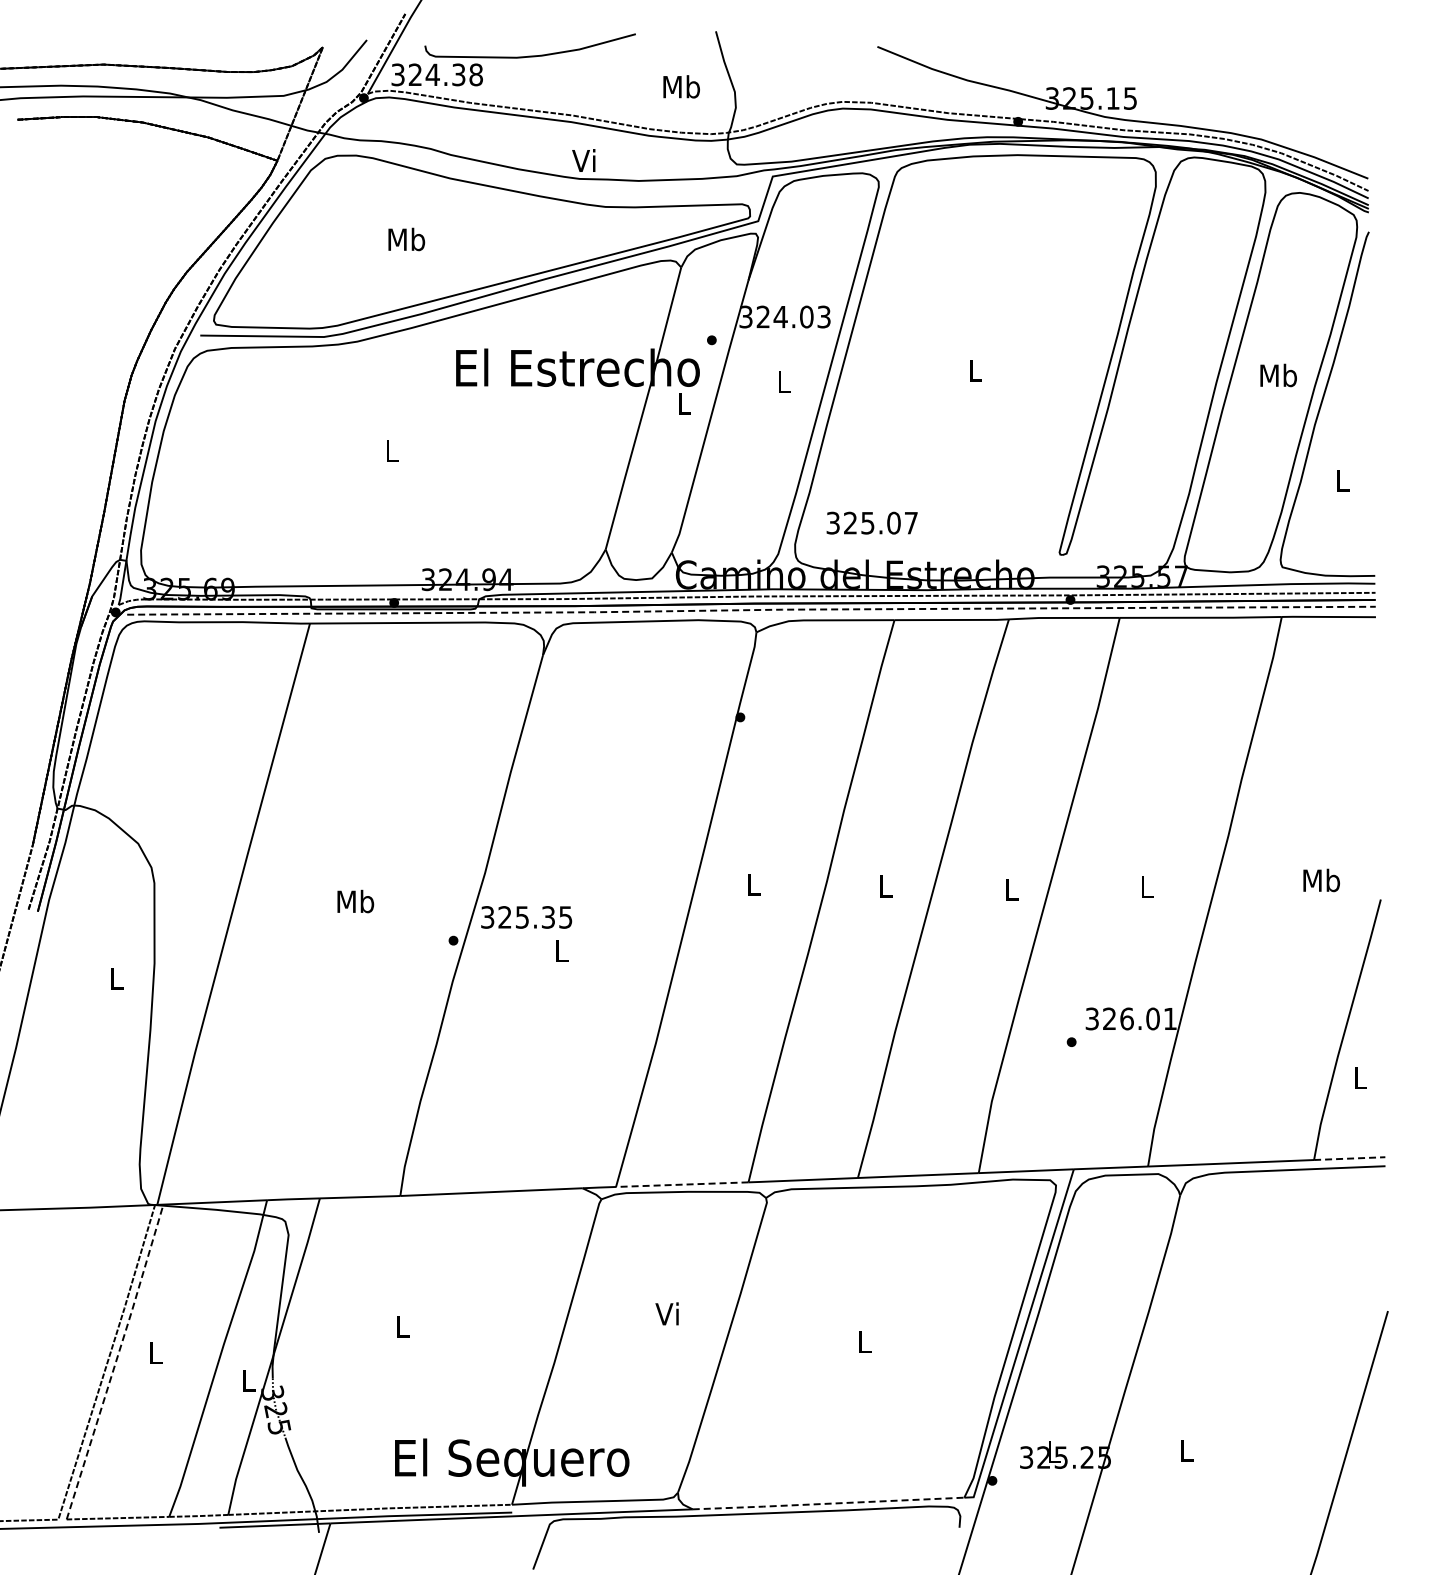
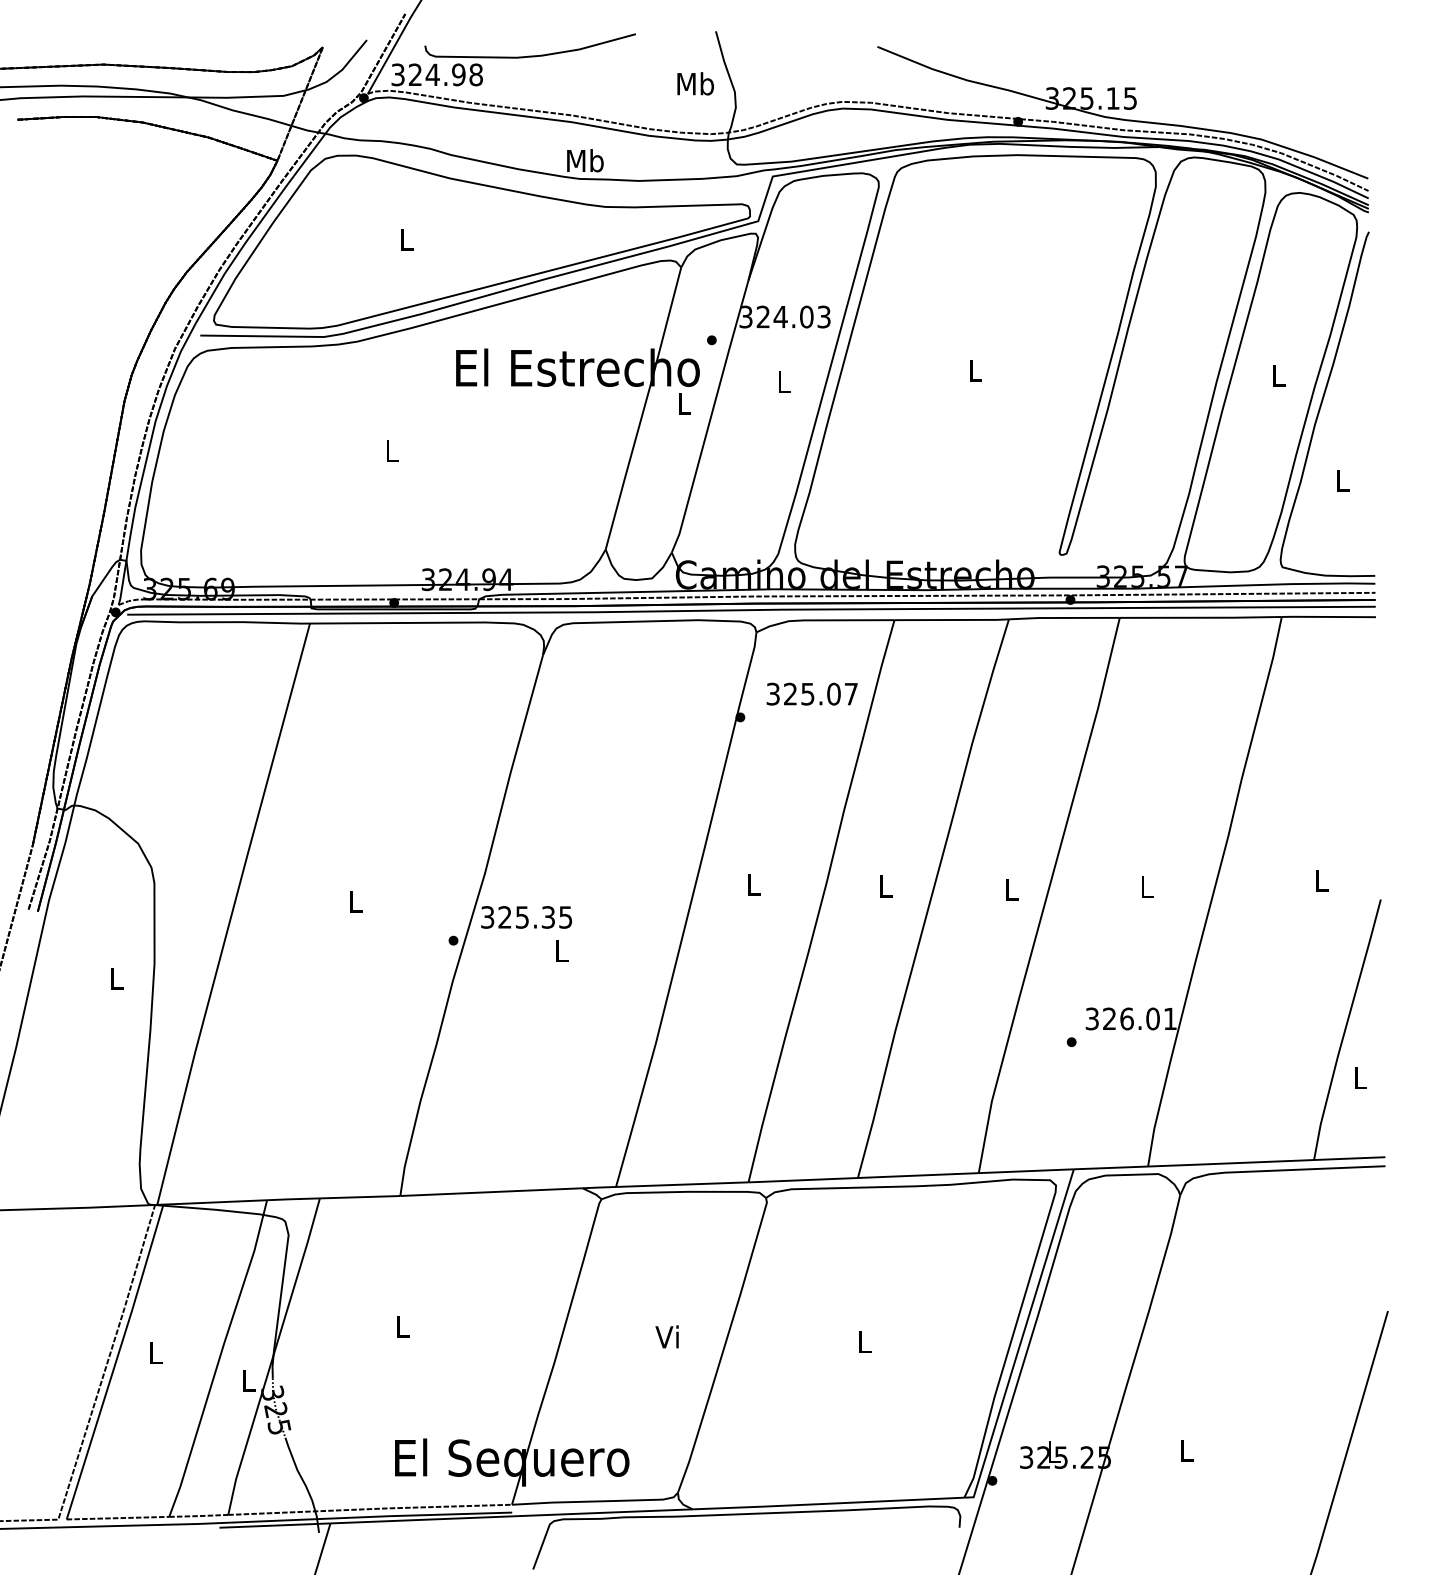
text at (458, 74): 324.38 -> 324.98
text at (681, 86) position: (681, 86) -> (695, 83)
text at (585, 160): Vi -> Mb
text at (406, 239): Mb -> L
text at (1278, 375): Mb -> L
text at (871, 522) position: (871, 522) -> (811, 693)
line at (751, 610): dashed -> solid
text at (1321, 880): Mb -> L
text at (355, 901): Mb -> L
line at (1349, 1158): dashed -> solid
line at (681, 1184): dashed -> solid
text at (666, 1313) position: (666, 1313) -> (666, 1336)
line at (116, 1361): dashed -> solid
line at (827, 1503): dashed -> solid
